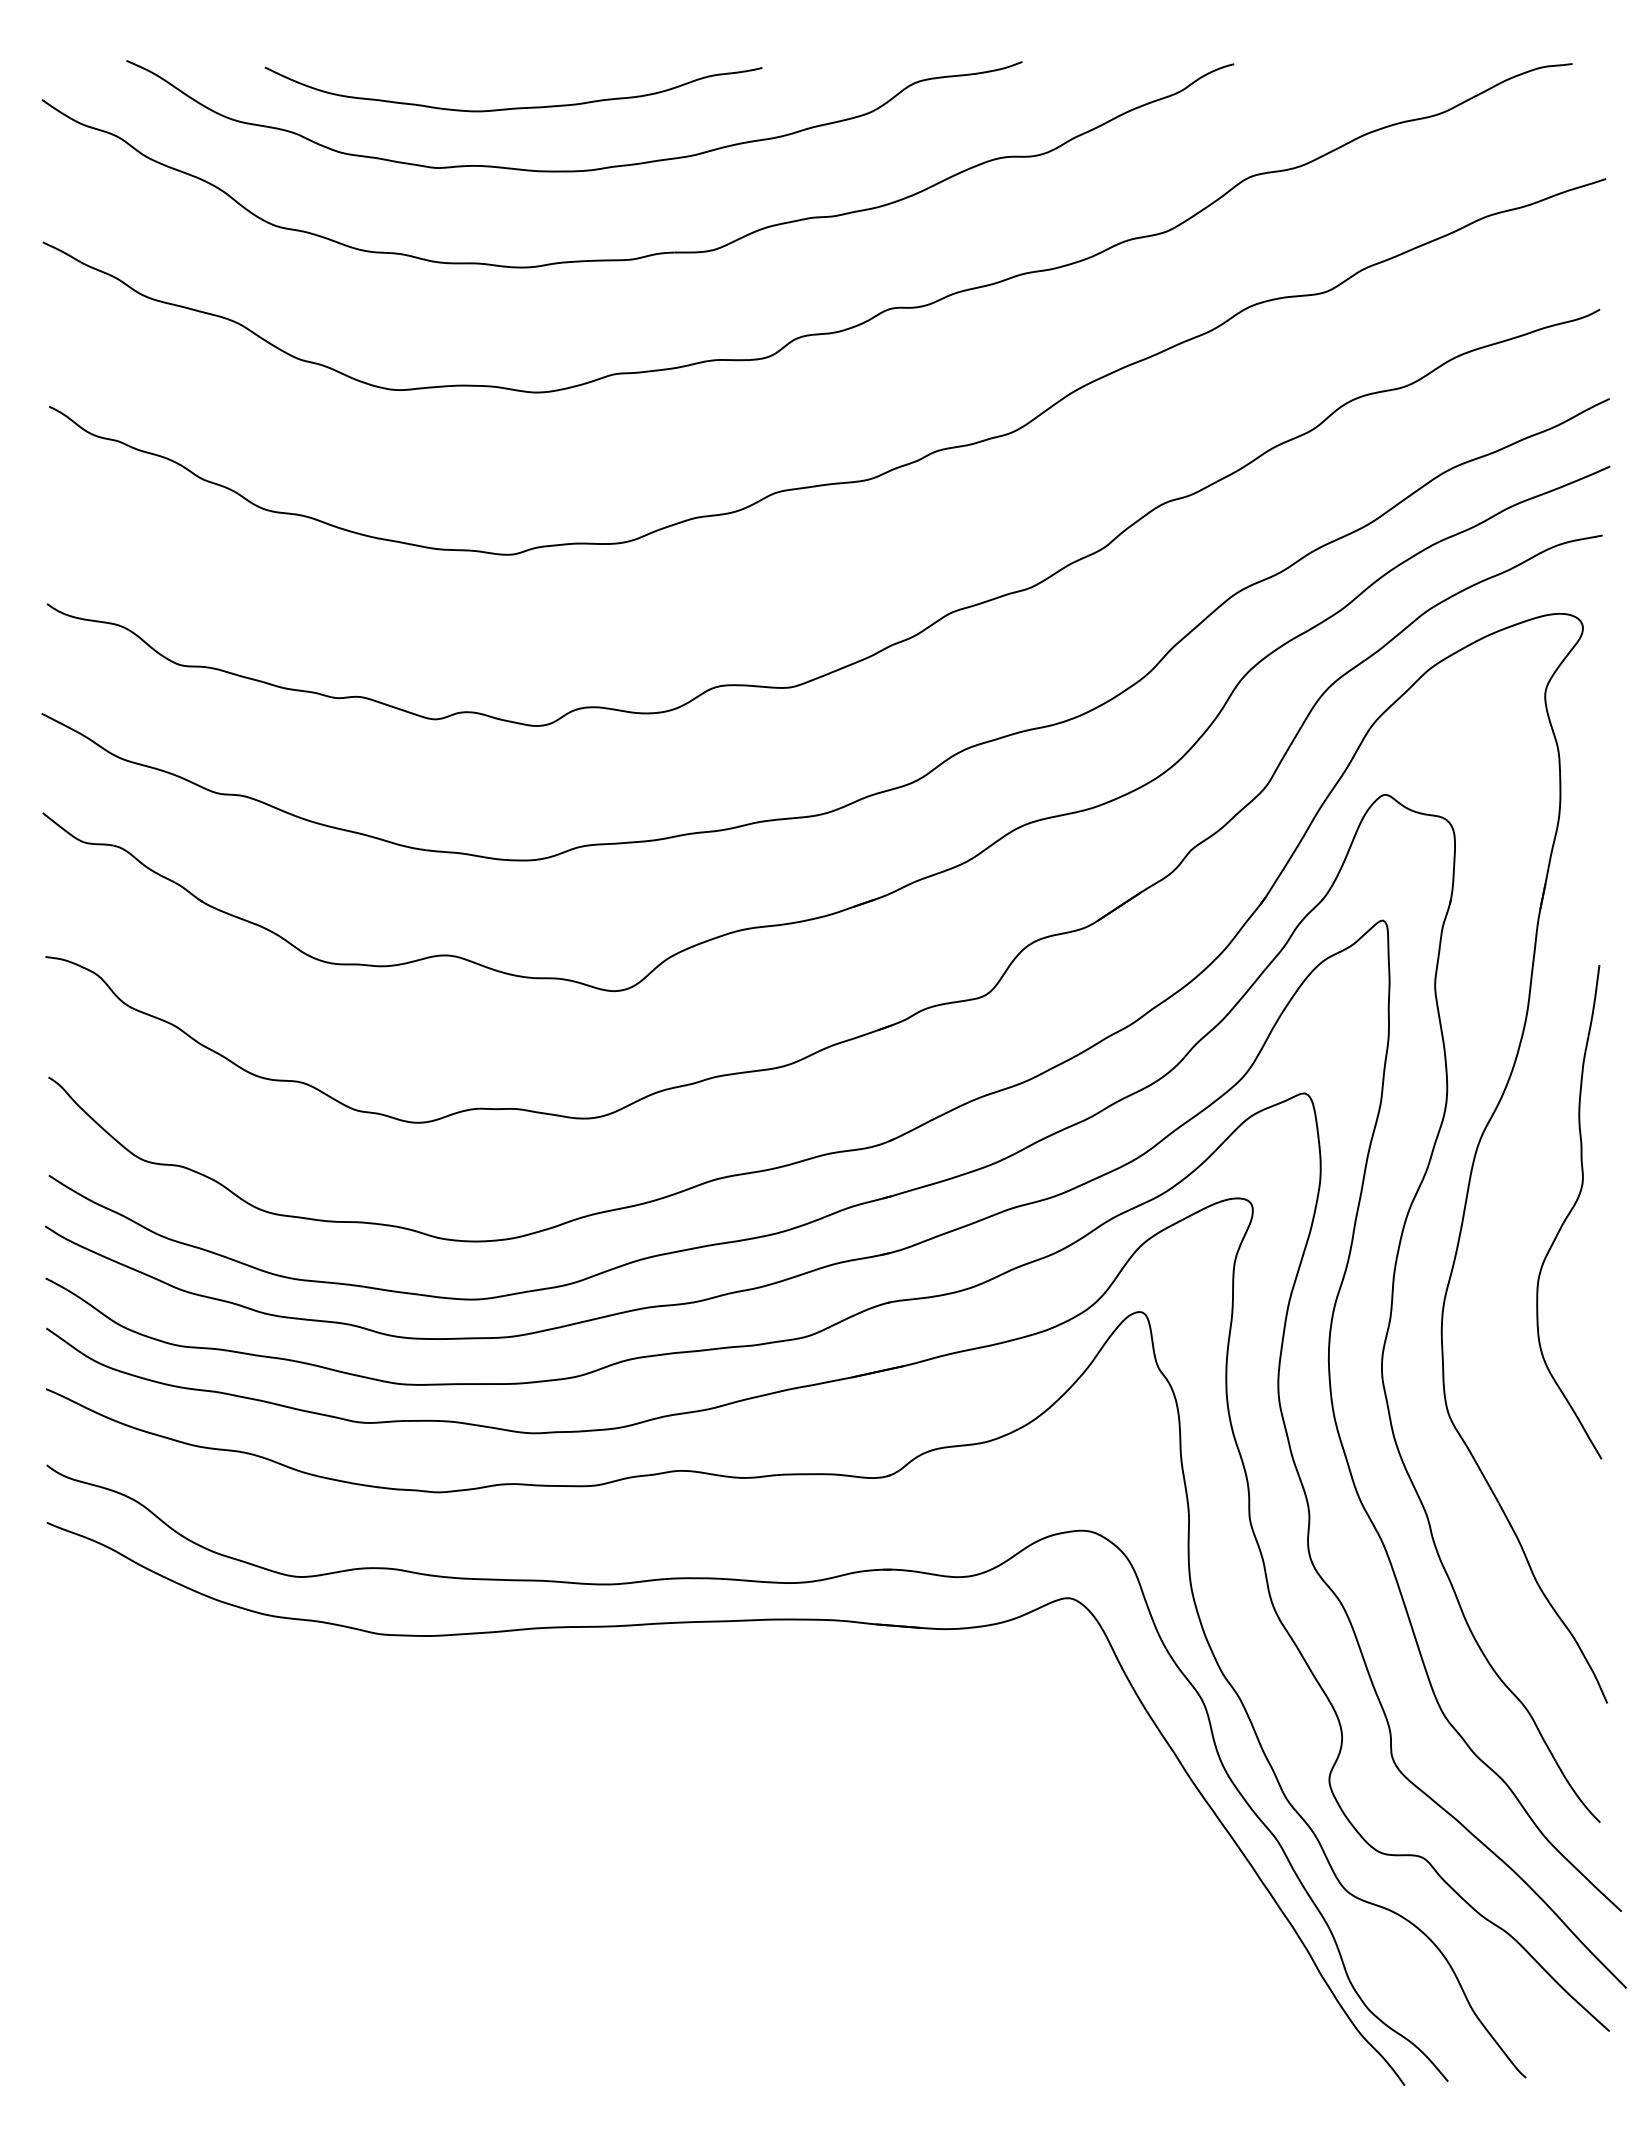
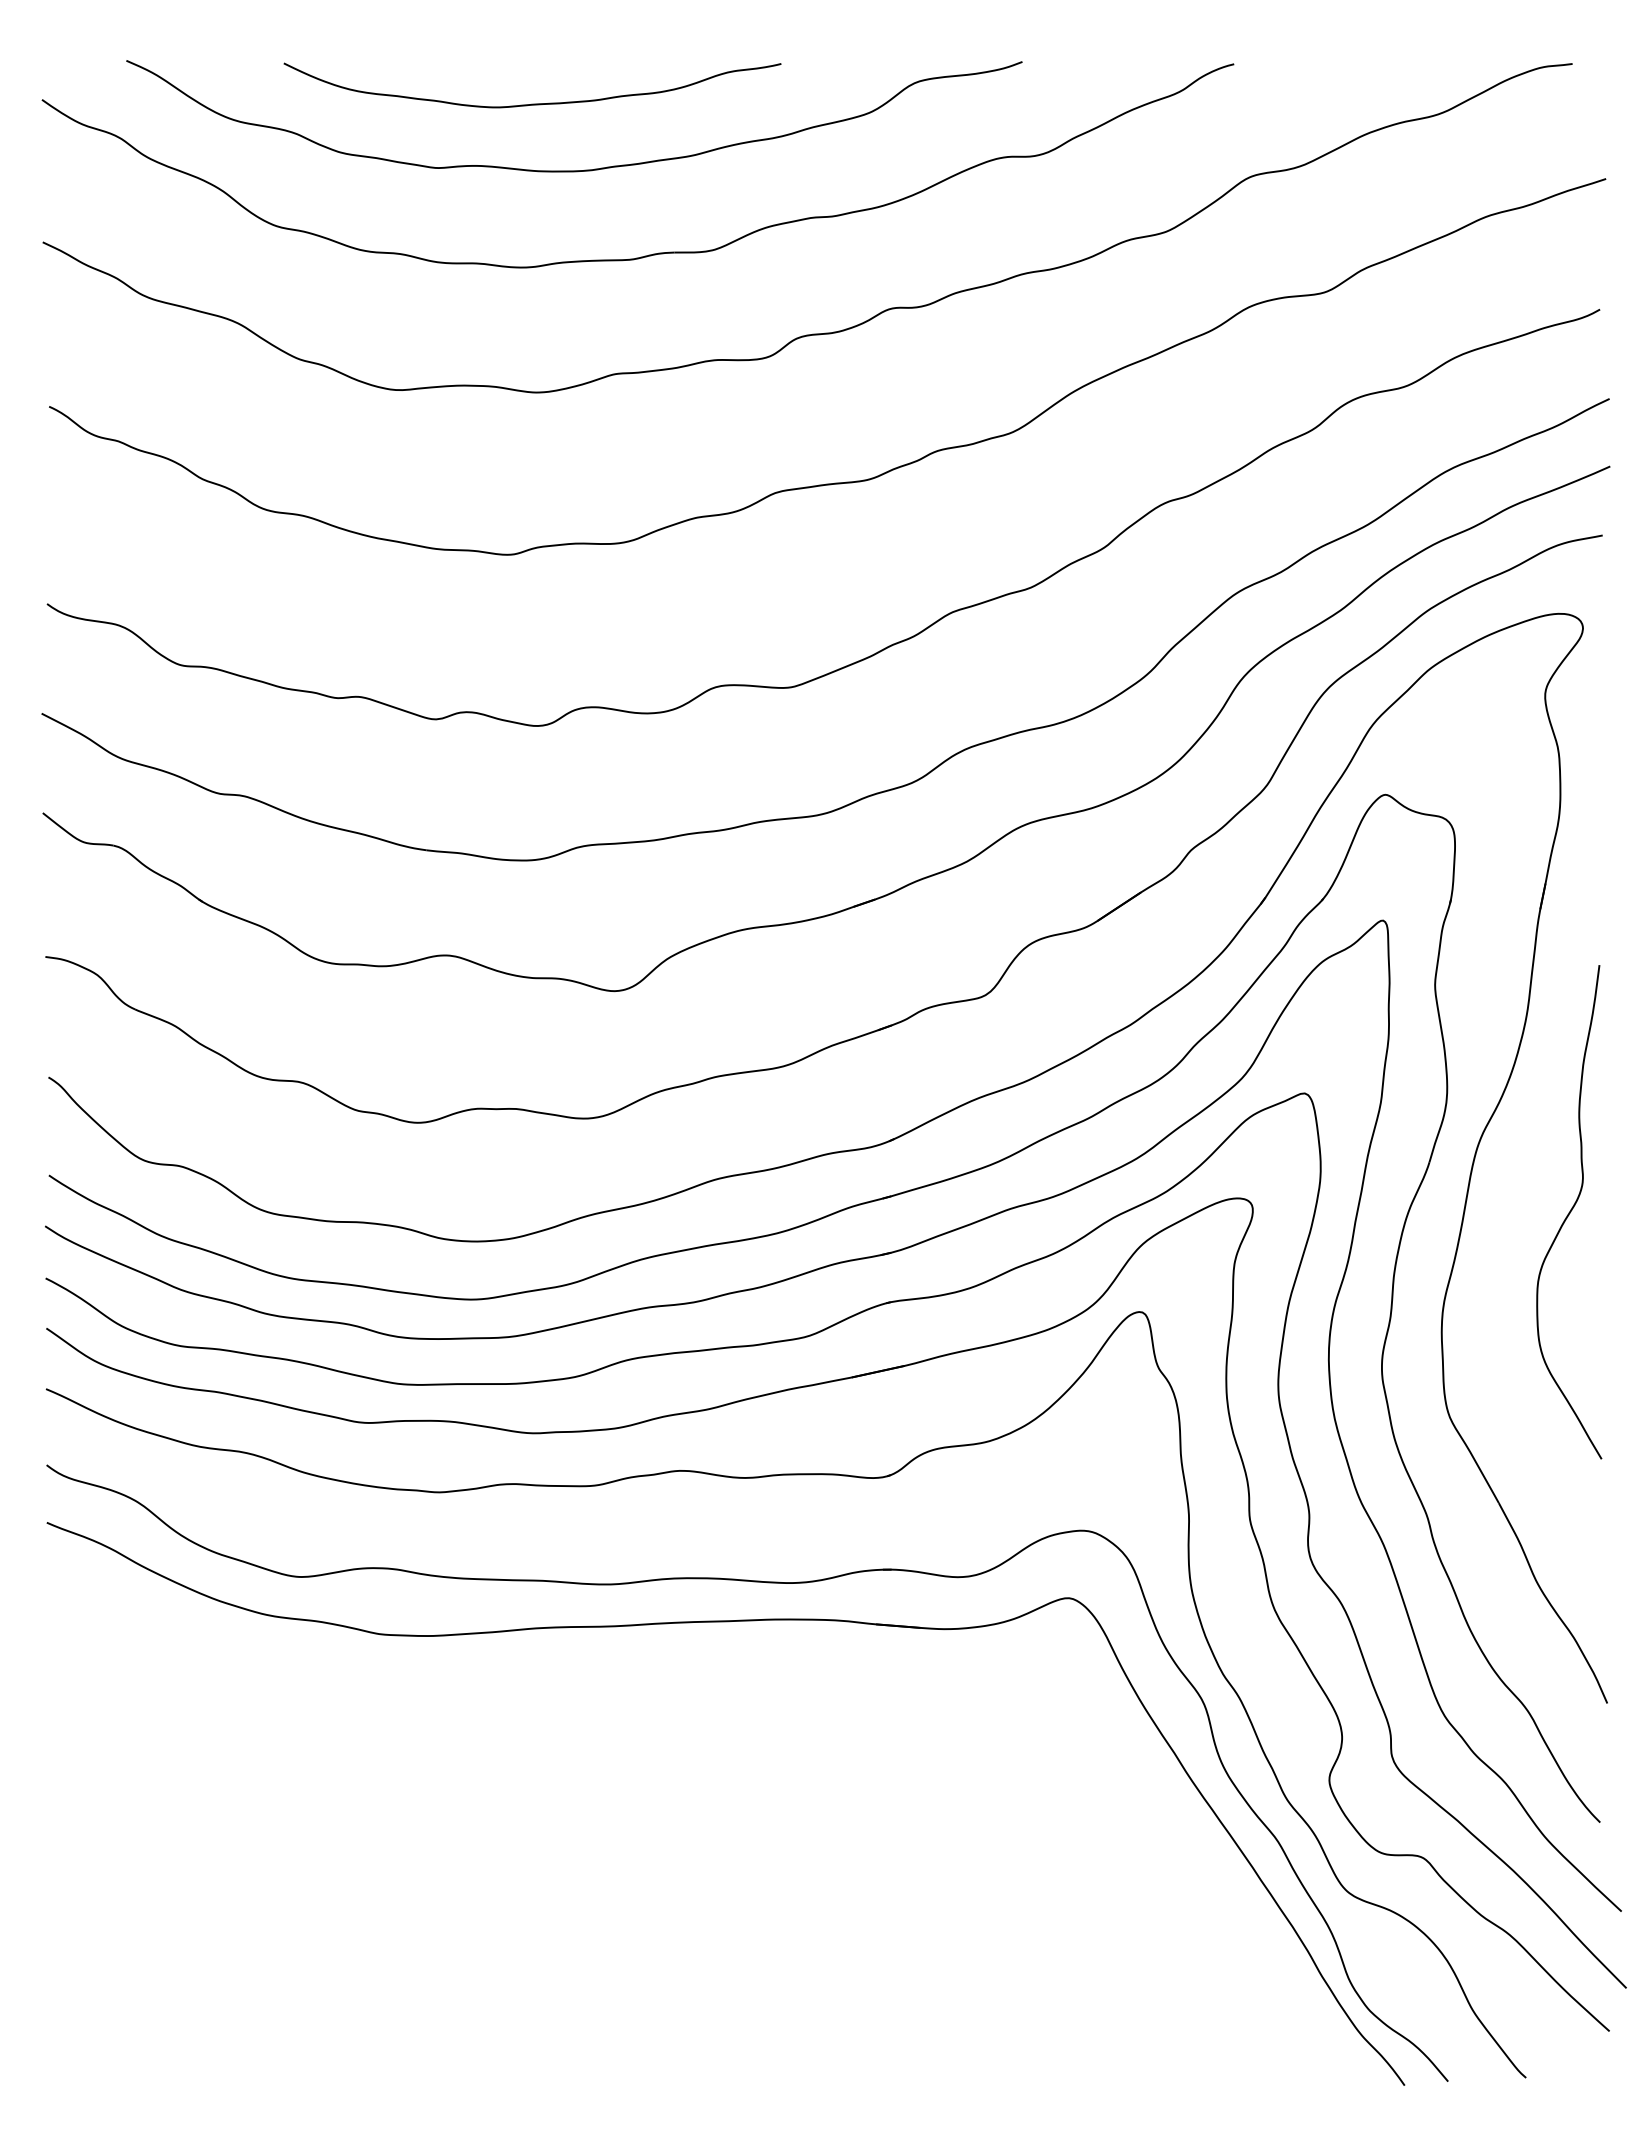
curve at (513, 107) position: (513, 107) -> (532, 103)
